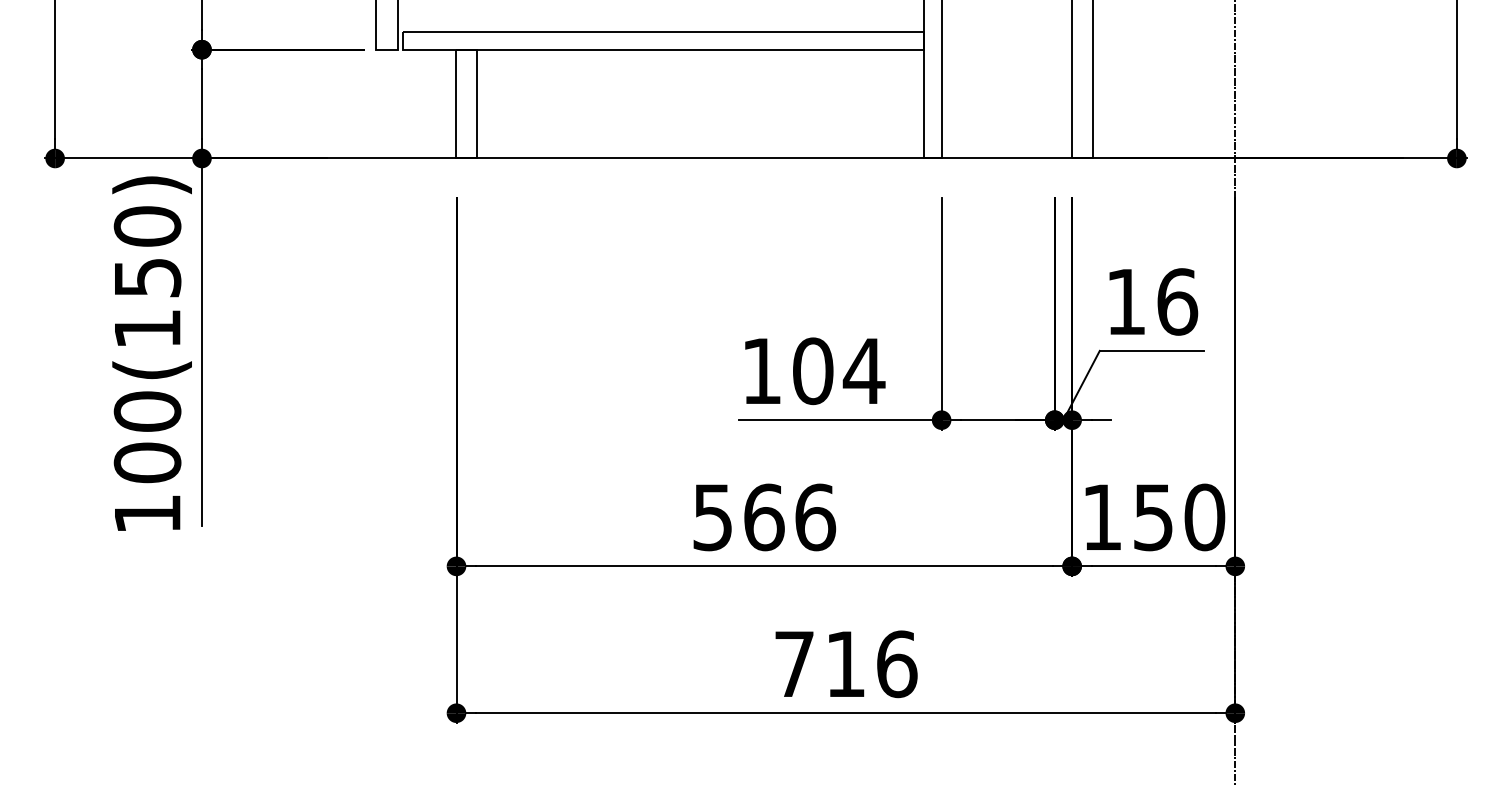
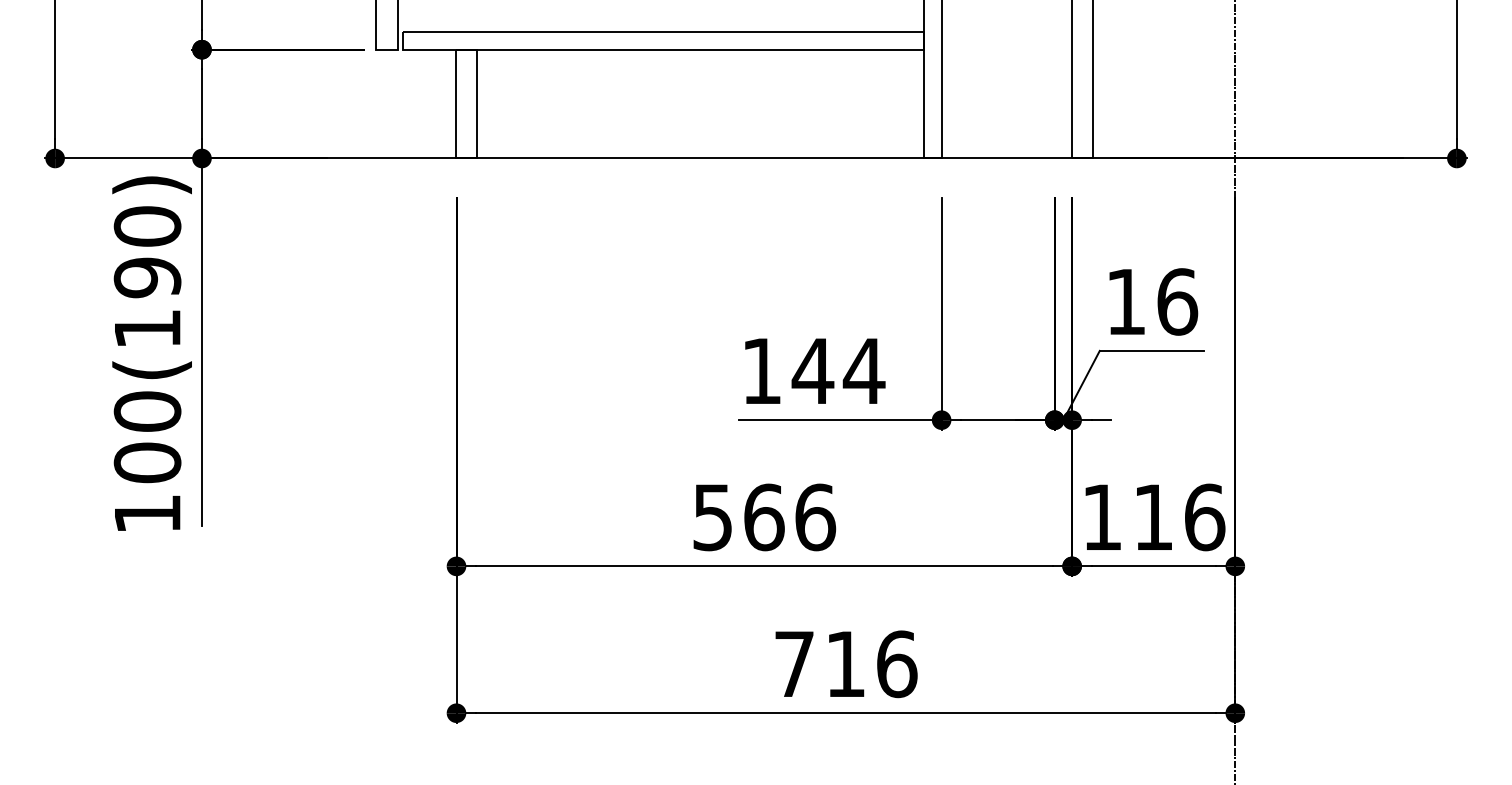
text at (147, 277): 100(150) -> 100(190)
text at (812, 371): 104 -> 144
text at (1179, 517): 150 -> 116
